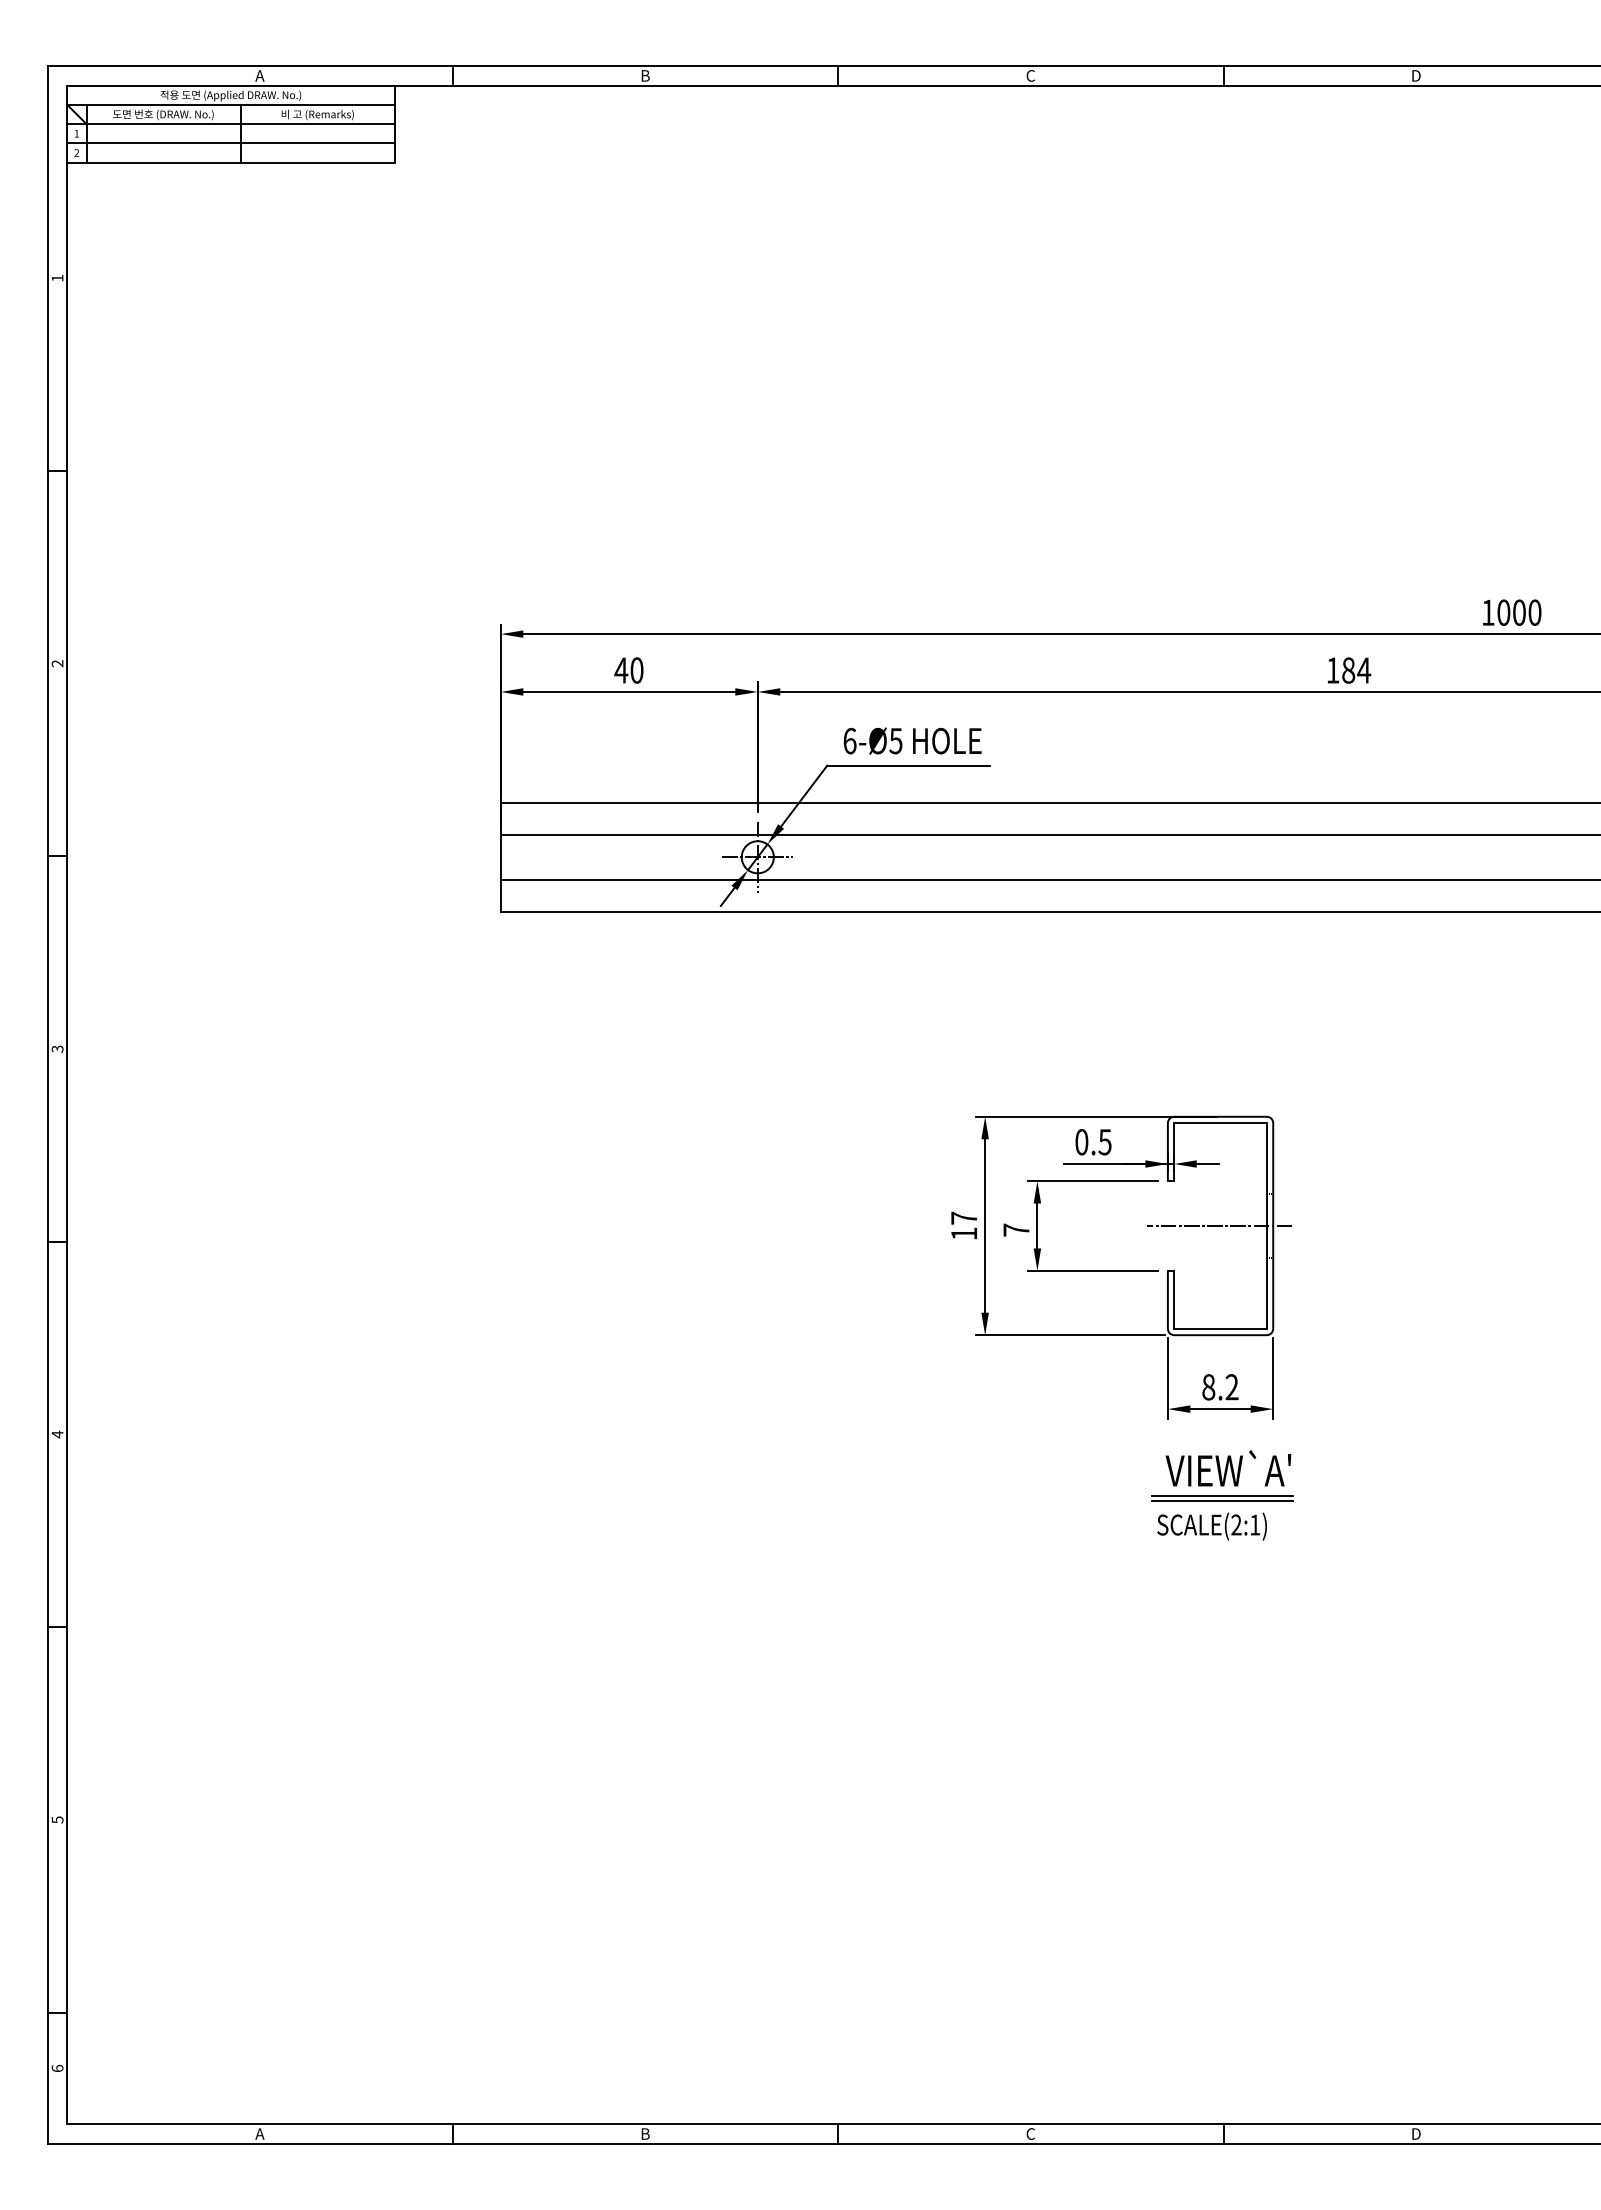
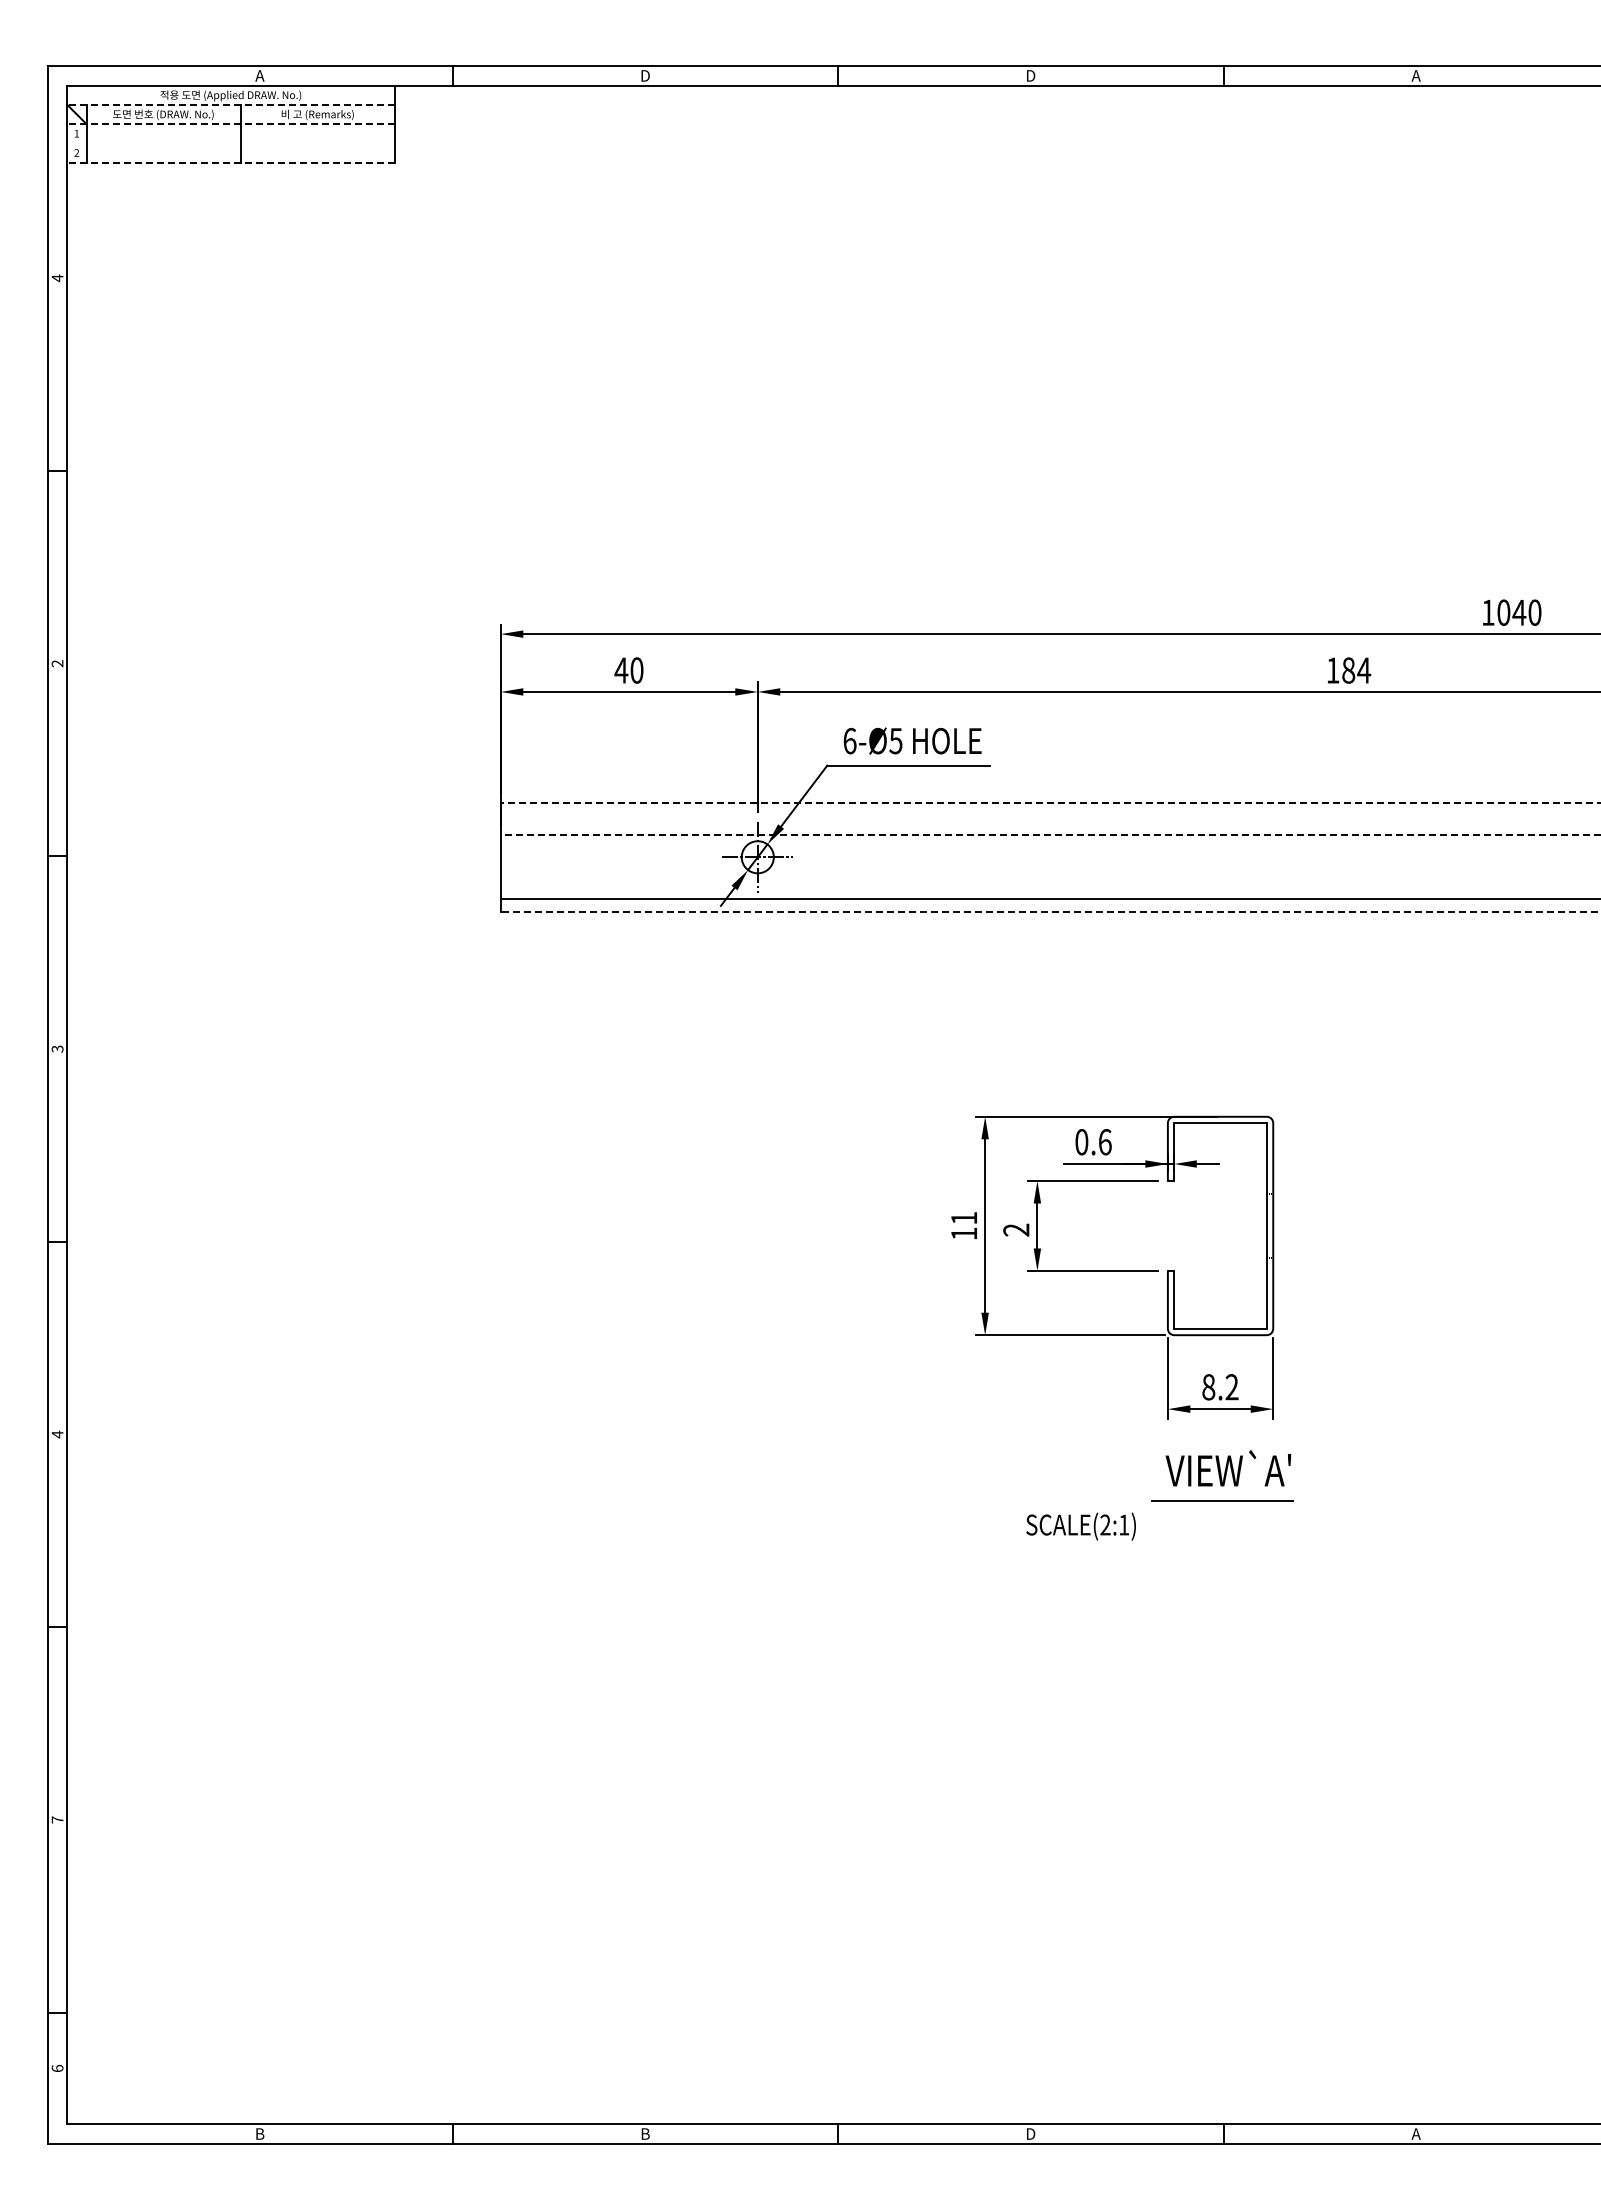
text at (645, 75): B -> D
text at (1030, 75): C -> D
text at (1415, 75): D -> A
line at (231, 104): solid -> dashed
line at (231, 124): solid -> dashed
line at (230, 143): present -> none
line at (231, 162): solid -> dashed
text at (57, 278): 1 -> 4
text at (1519, 612): 1000 -> 1040
line at (1050, 802): solid -> dashed
line at (1050, 834): solid -> dashed
line at (1048, 879) position: (1048, 879) -> (1048, 898)
line at (1050, 911): solid -> dashed
text at (1104, 1142): 0.5 -> 0.6
text at (963, 1217): 17 -> 11
line at (1219, 1225): present -> none
text at (1016, 1229): 7 -> 2
line at (1222, 1495): present -> none
text at (1211, 1526) position: (1211, 1526) -> (1080, 1526)
text at (57, 1819): 5 -> 7
text at (259, 2133): A -> B
text at (1030, 2133): C -> D
text at (1415, 2133): D -> A
